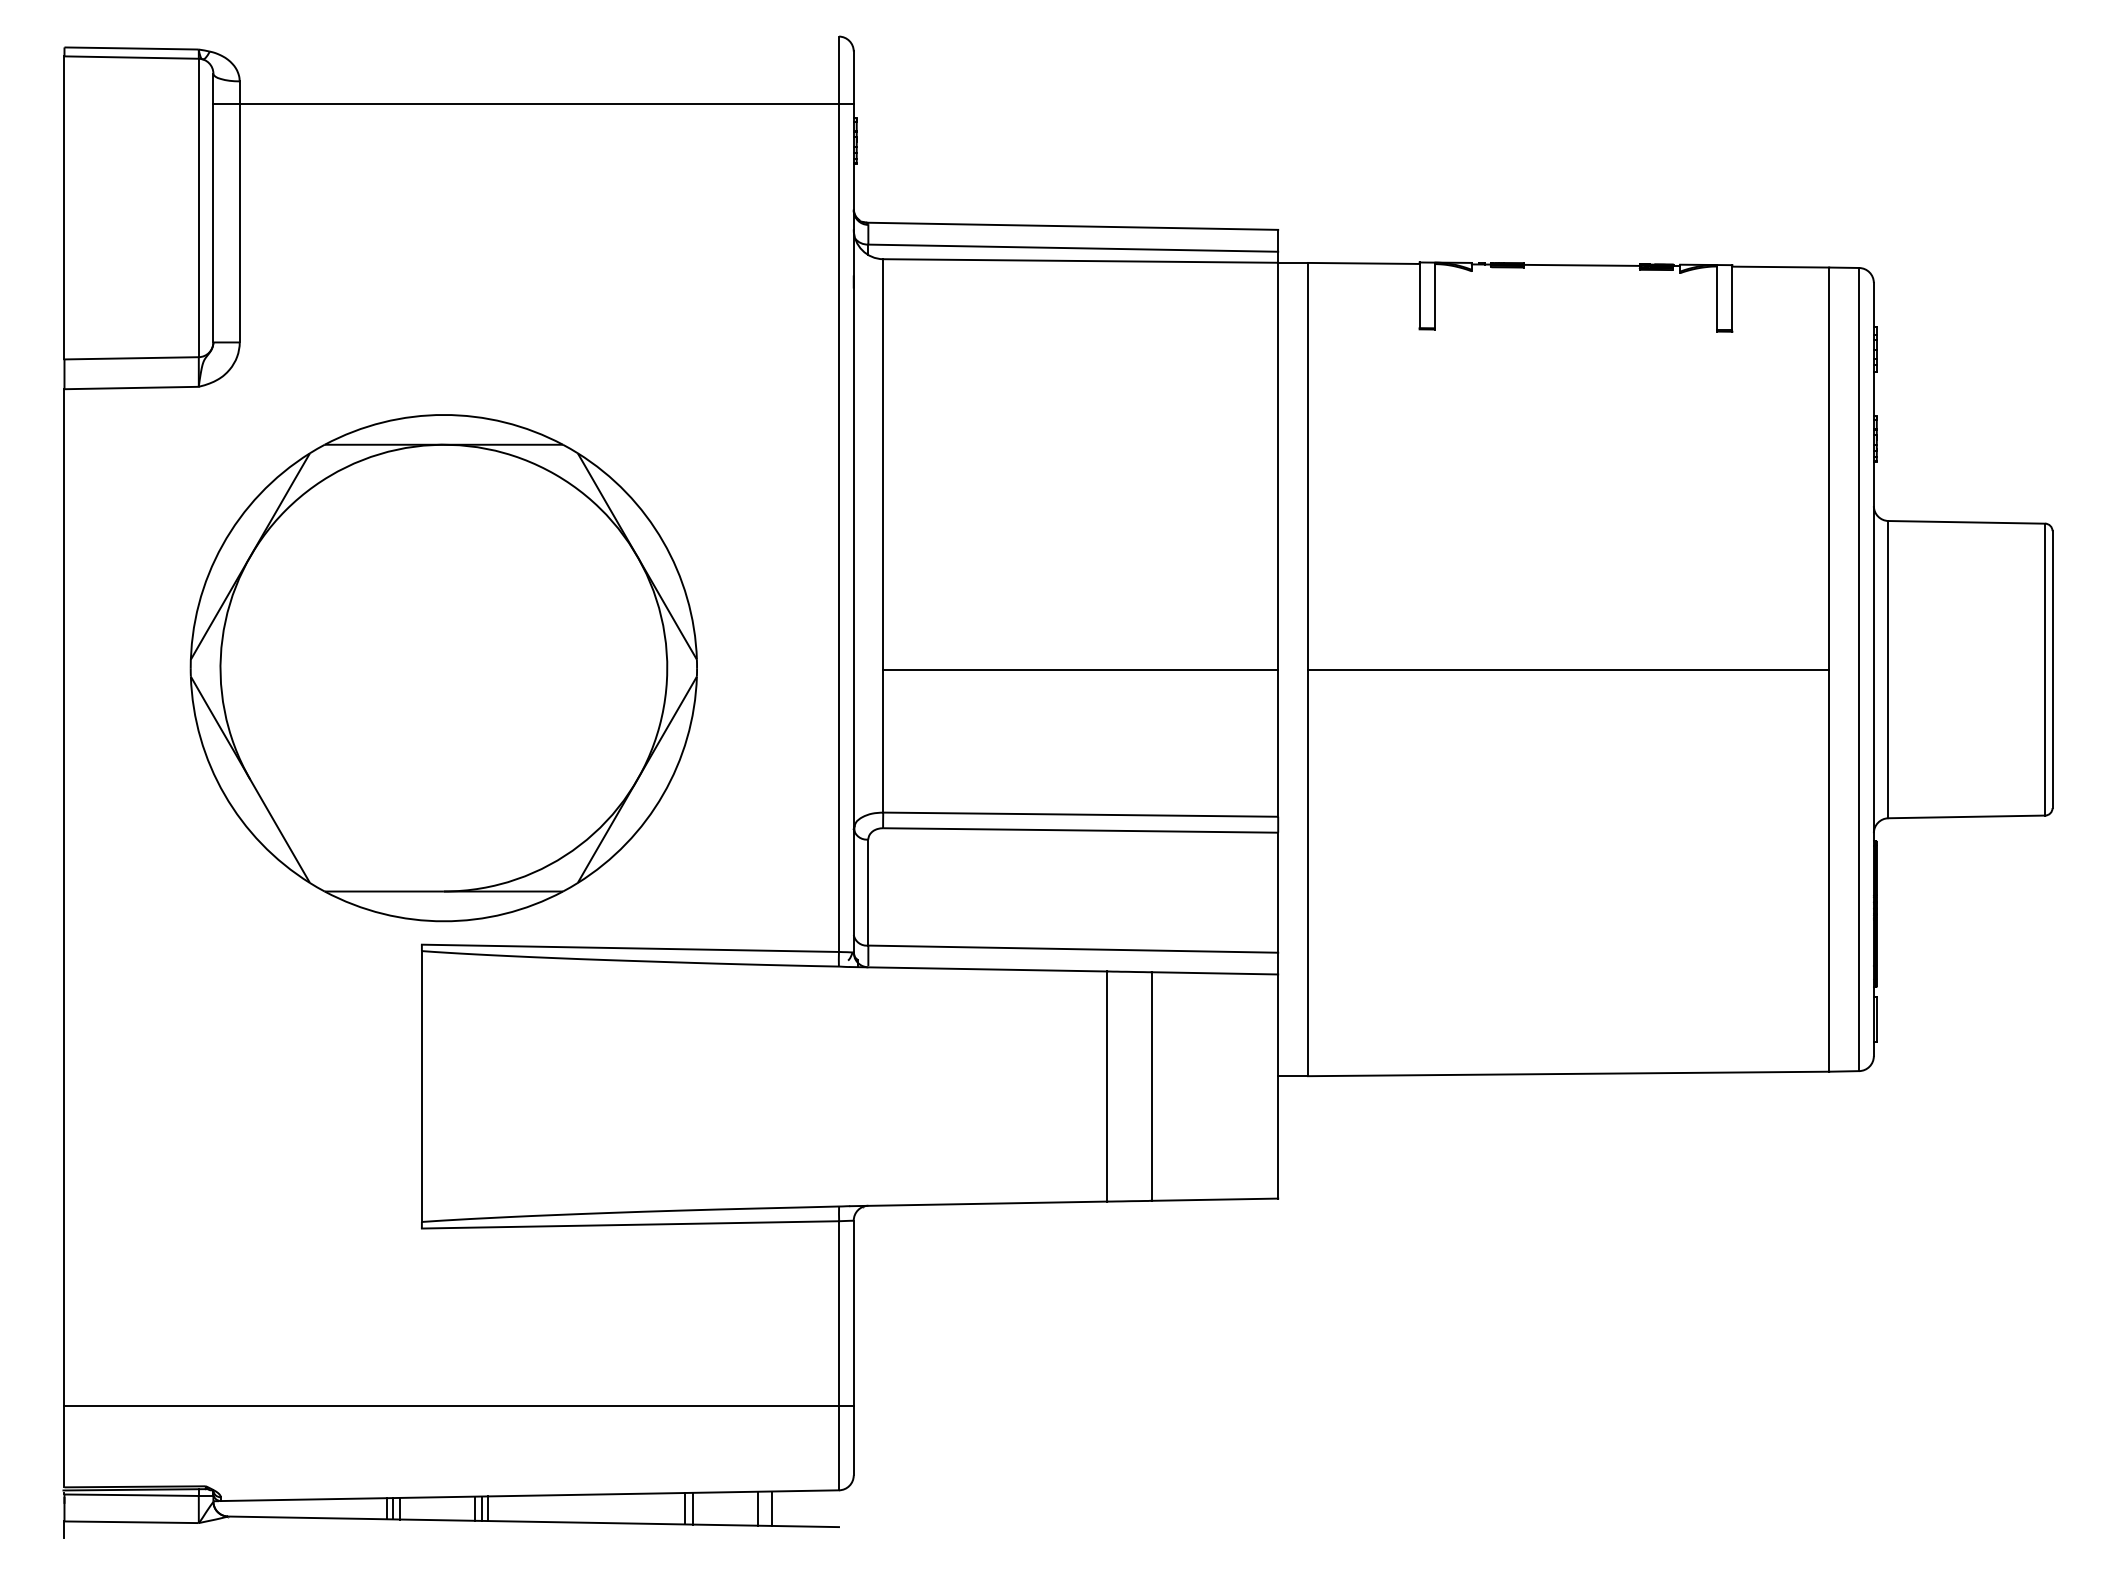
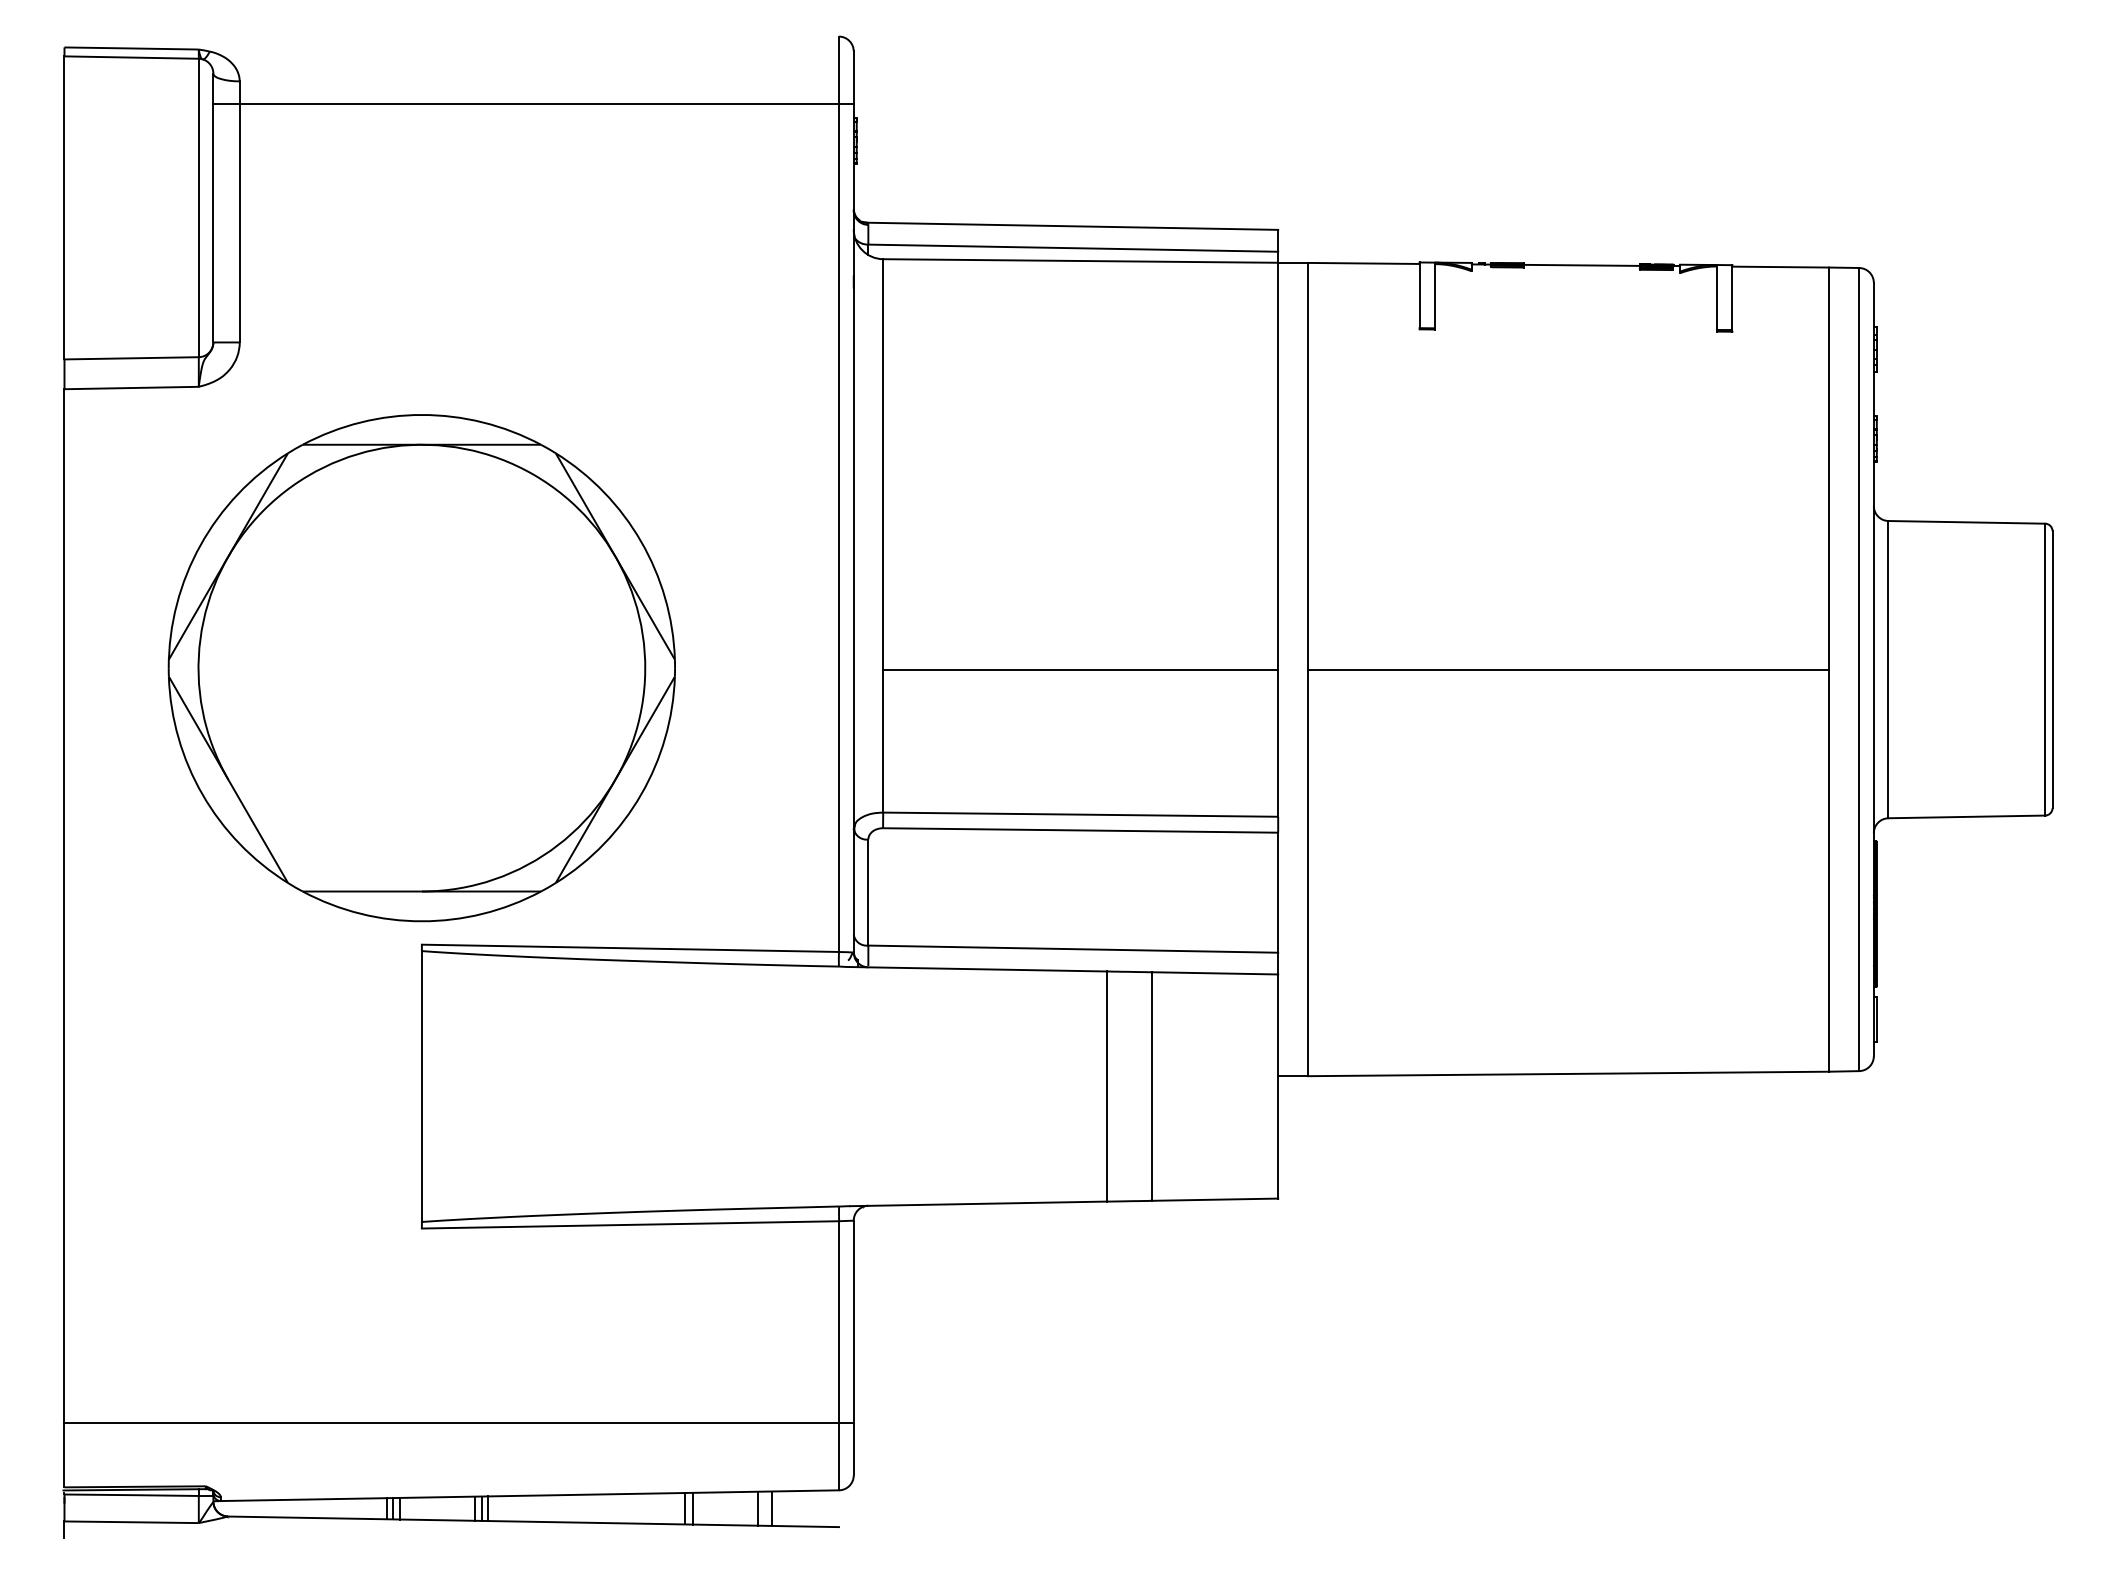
part at (443, 668) position: (443, 668) -> (421, 668)
line at (458, 1406) position: (458, 1406) -> (458, 1423)
